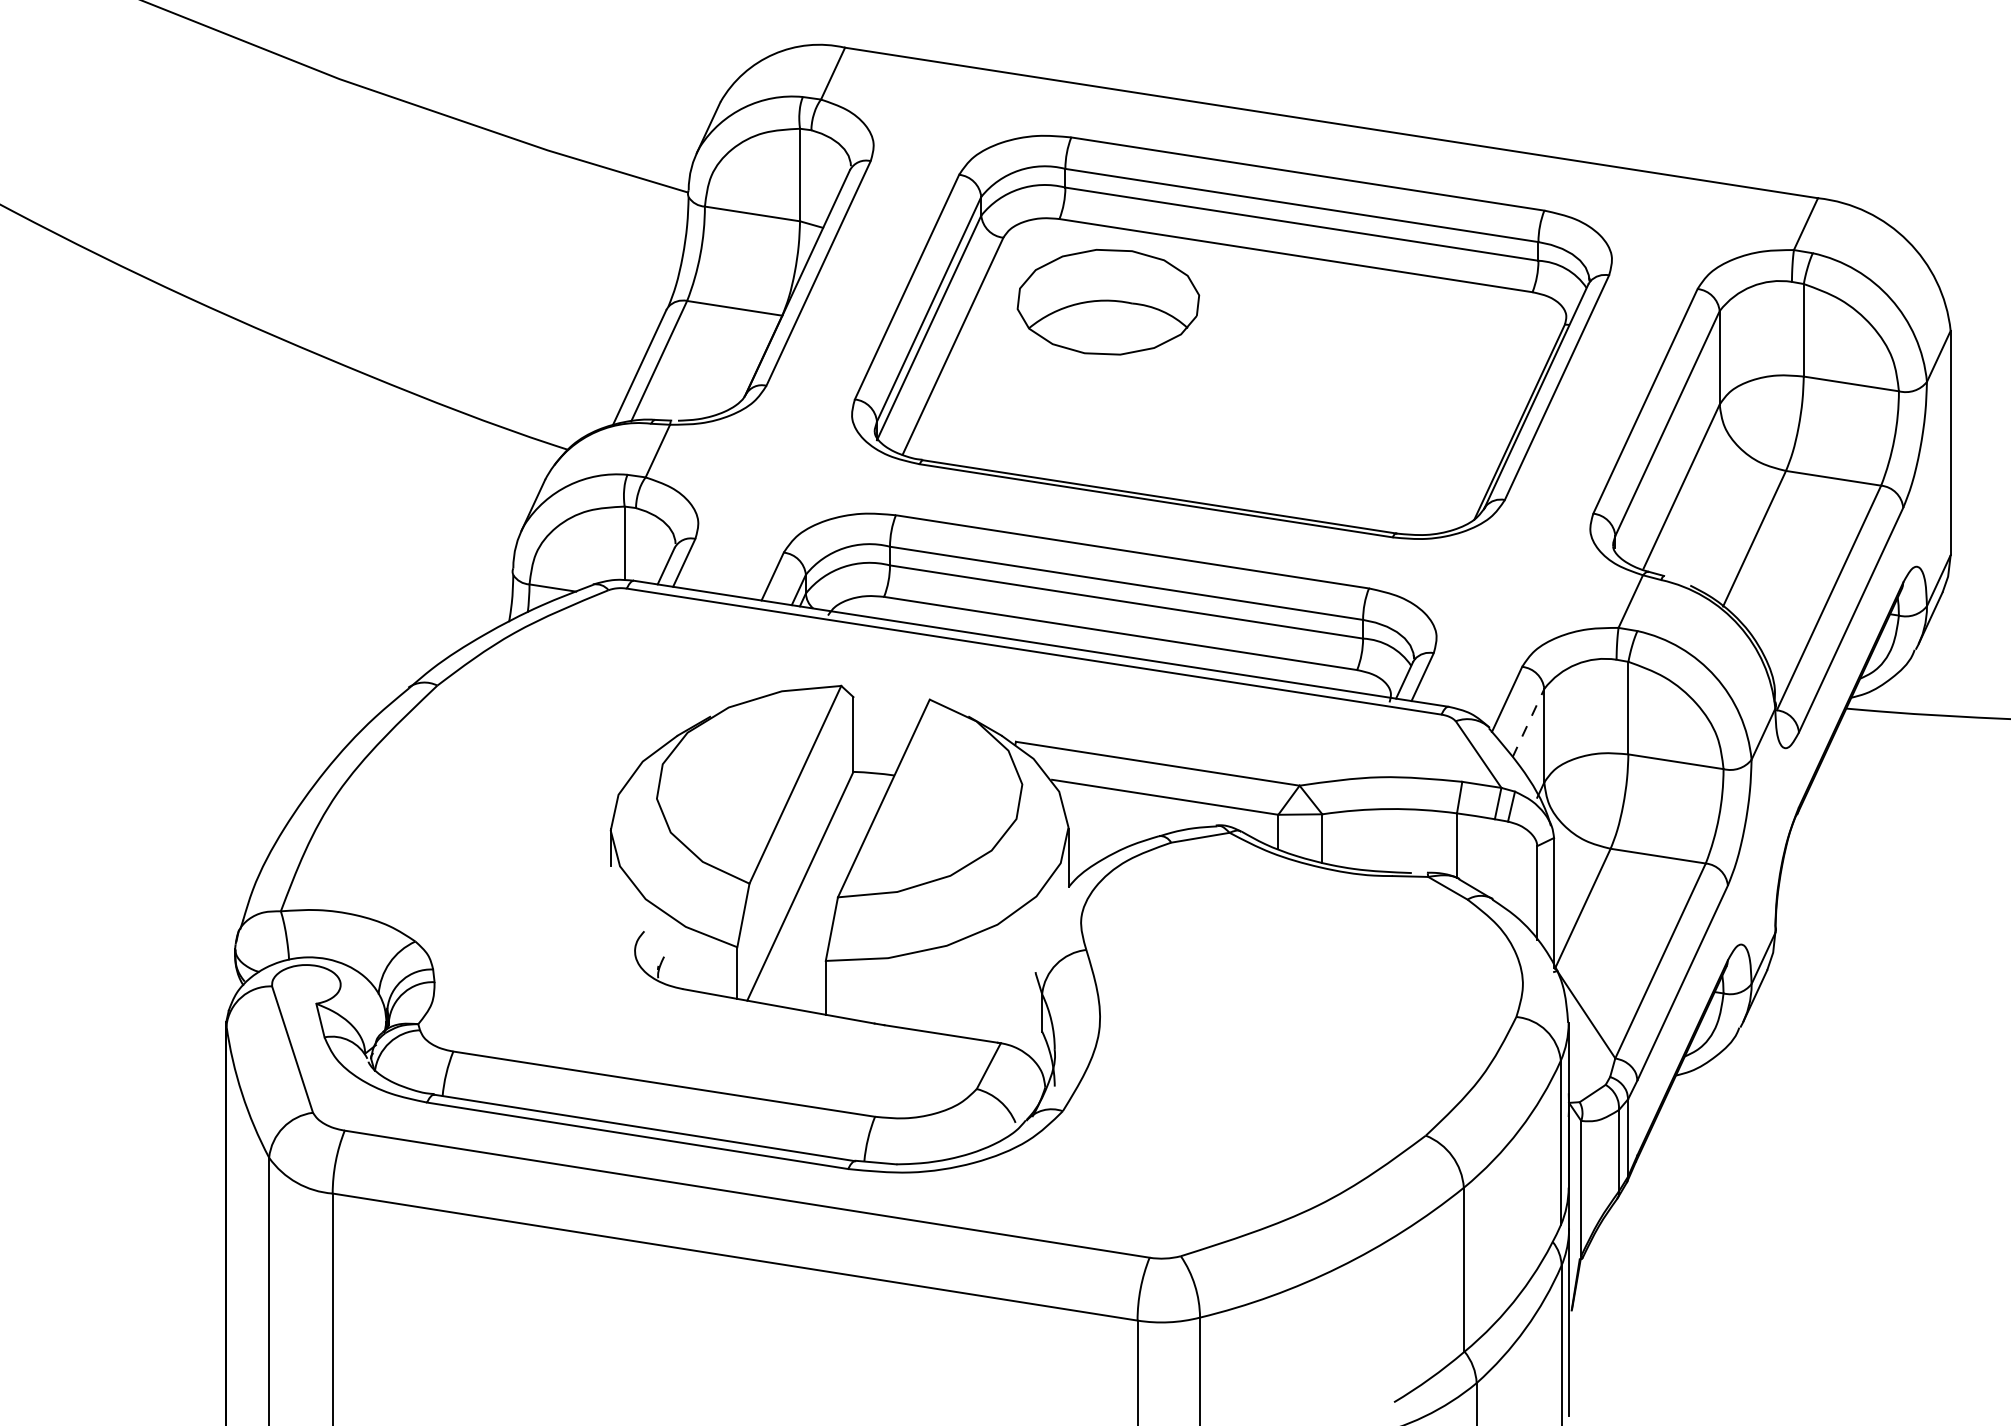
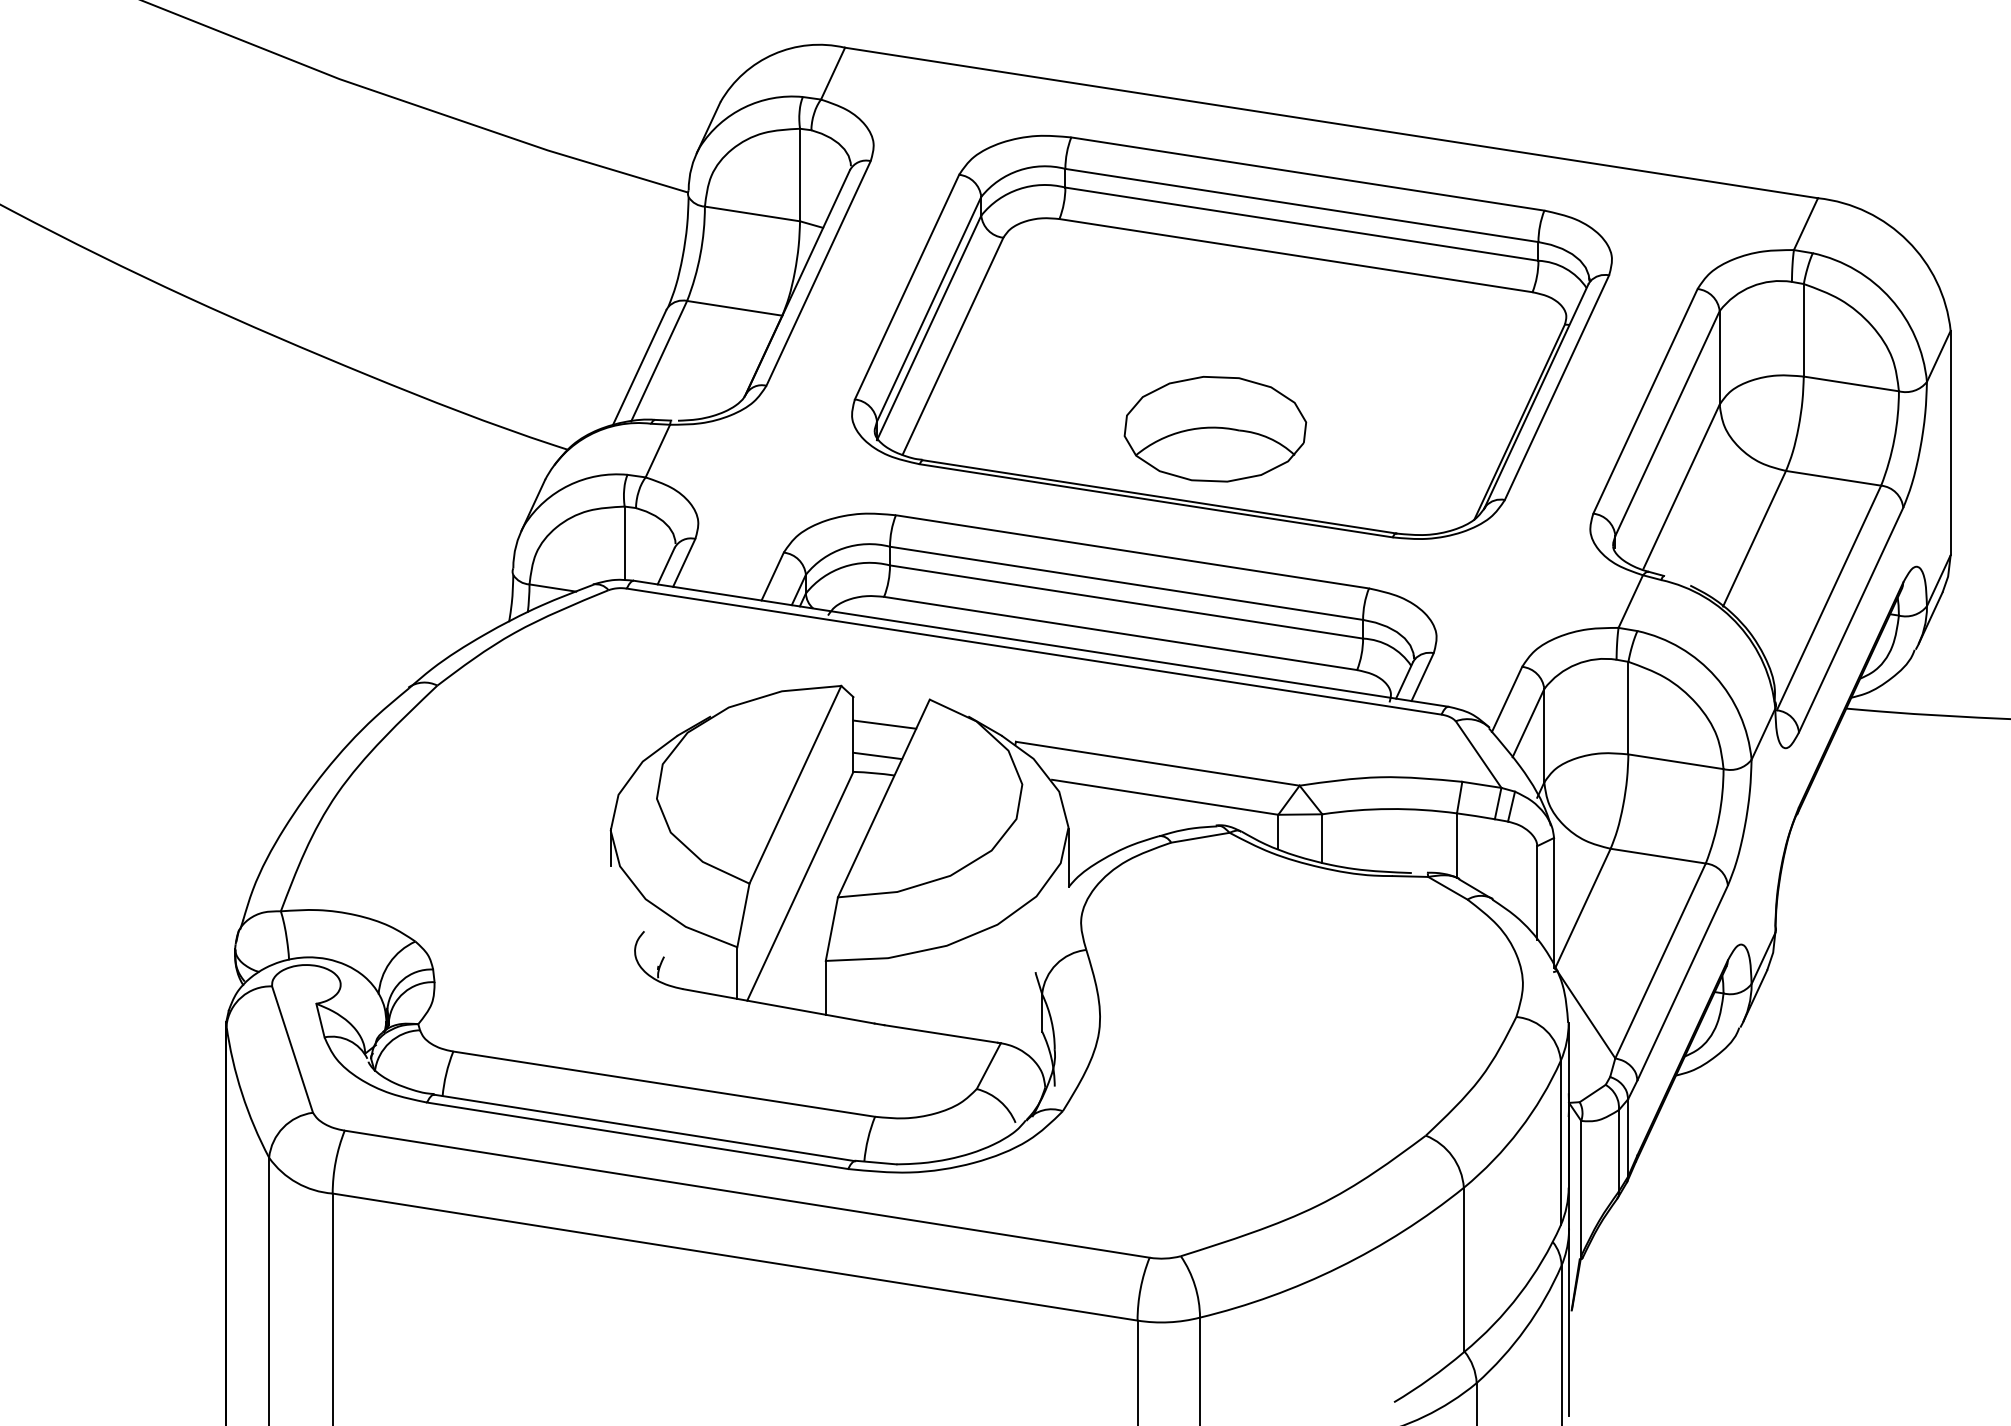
part at (1108, 302) position: (1108, 302) -> (1215, 429)
line at (1528, 723): dashed -> solid
line at (884, 724): none -> present
line at (877, 755): none -> present
